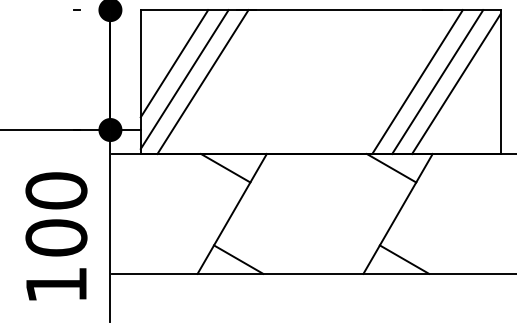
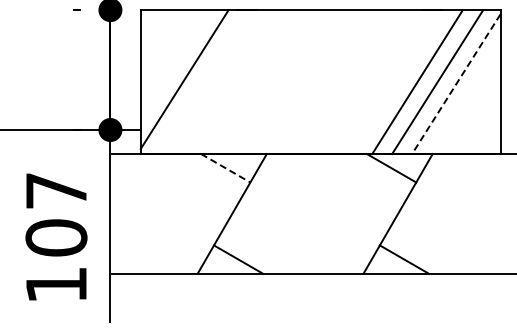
line at (174, 63): present -> none
line at (202, 82): present -> none
line at (456, 84): solid -> dashed
line at (226, 168): solid -> dashed
text at (56, 190): 100 -> 107
